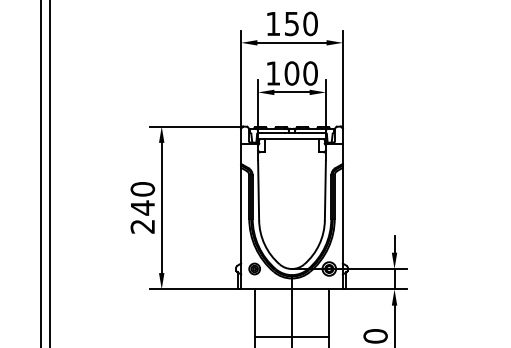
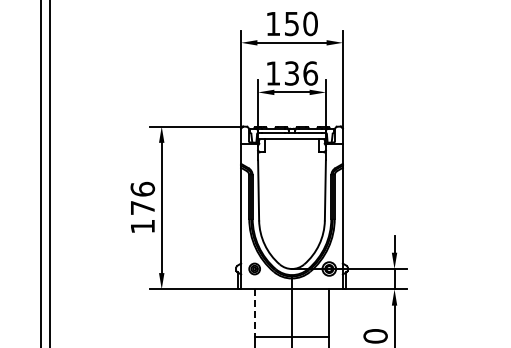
text at (301, 73): 100 -> 136
text at (142, 207): 240 -> 176
line at (254, 313): solid -> dashed
